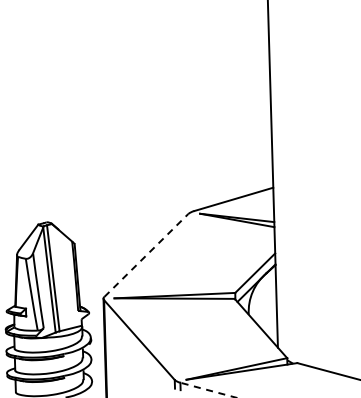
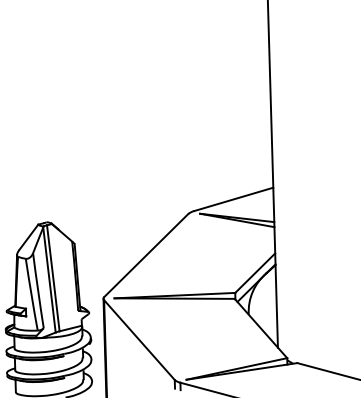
line at (146, 255): dashed -> solid
line at (208, 390): dashed -> solid
